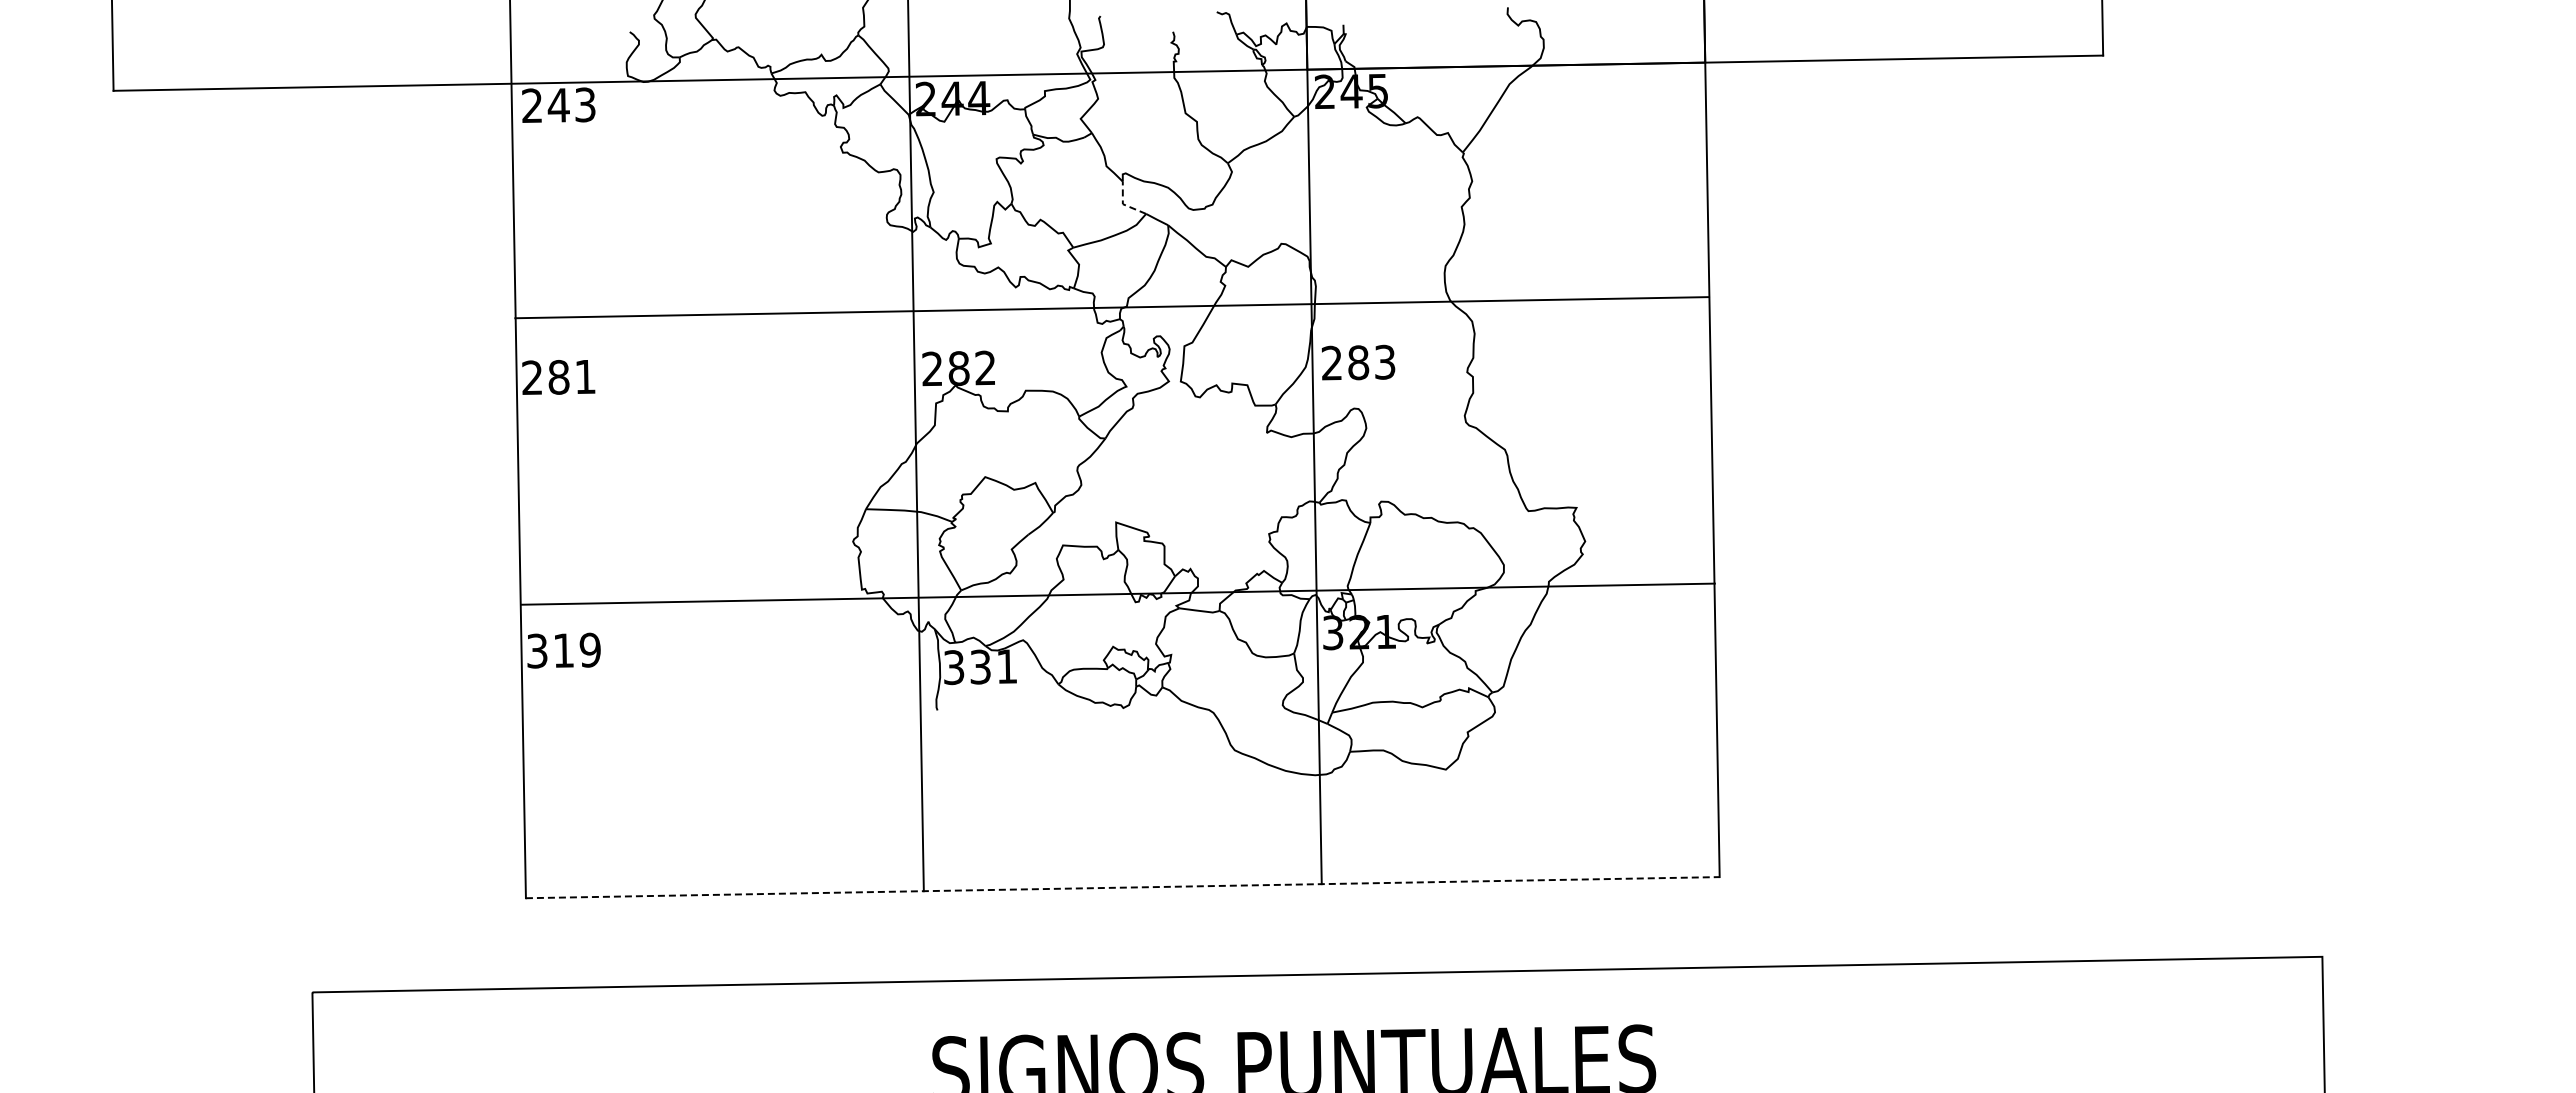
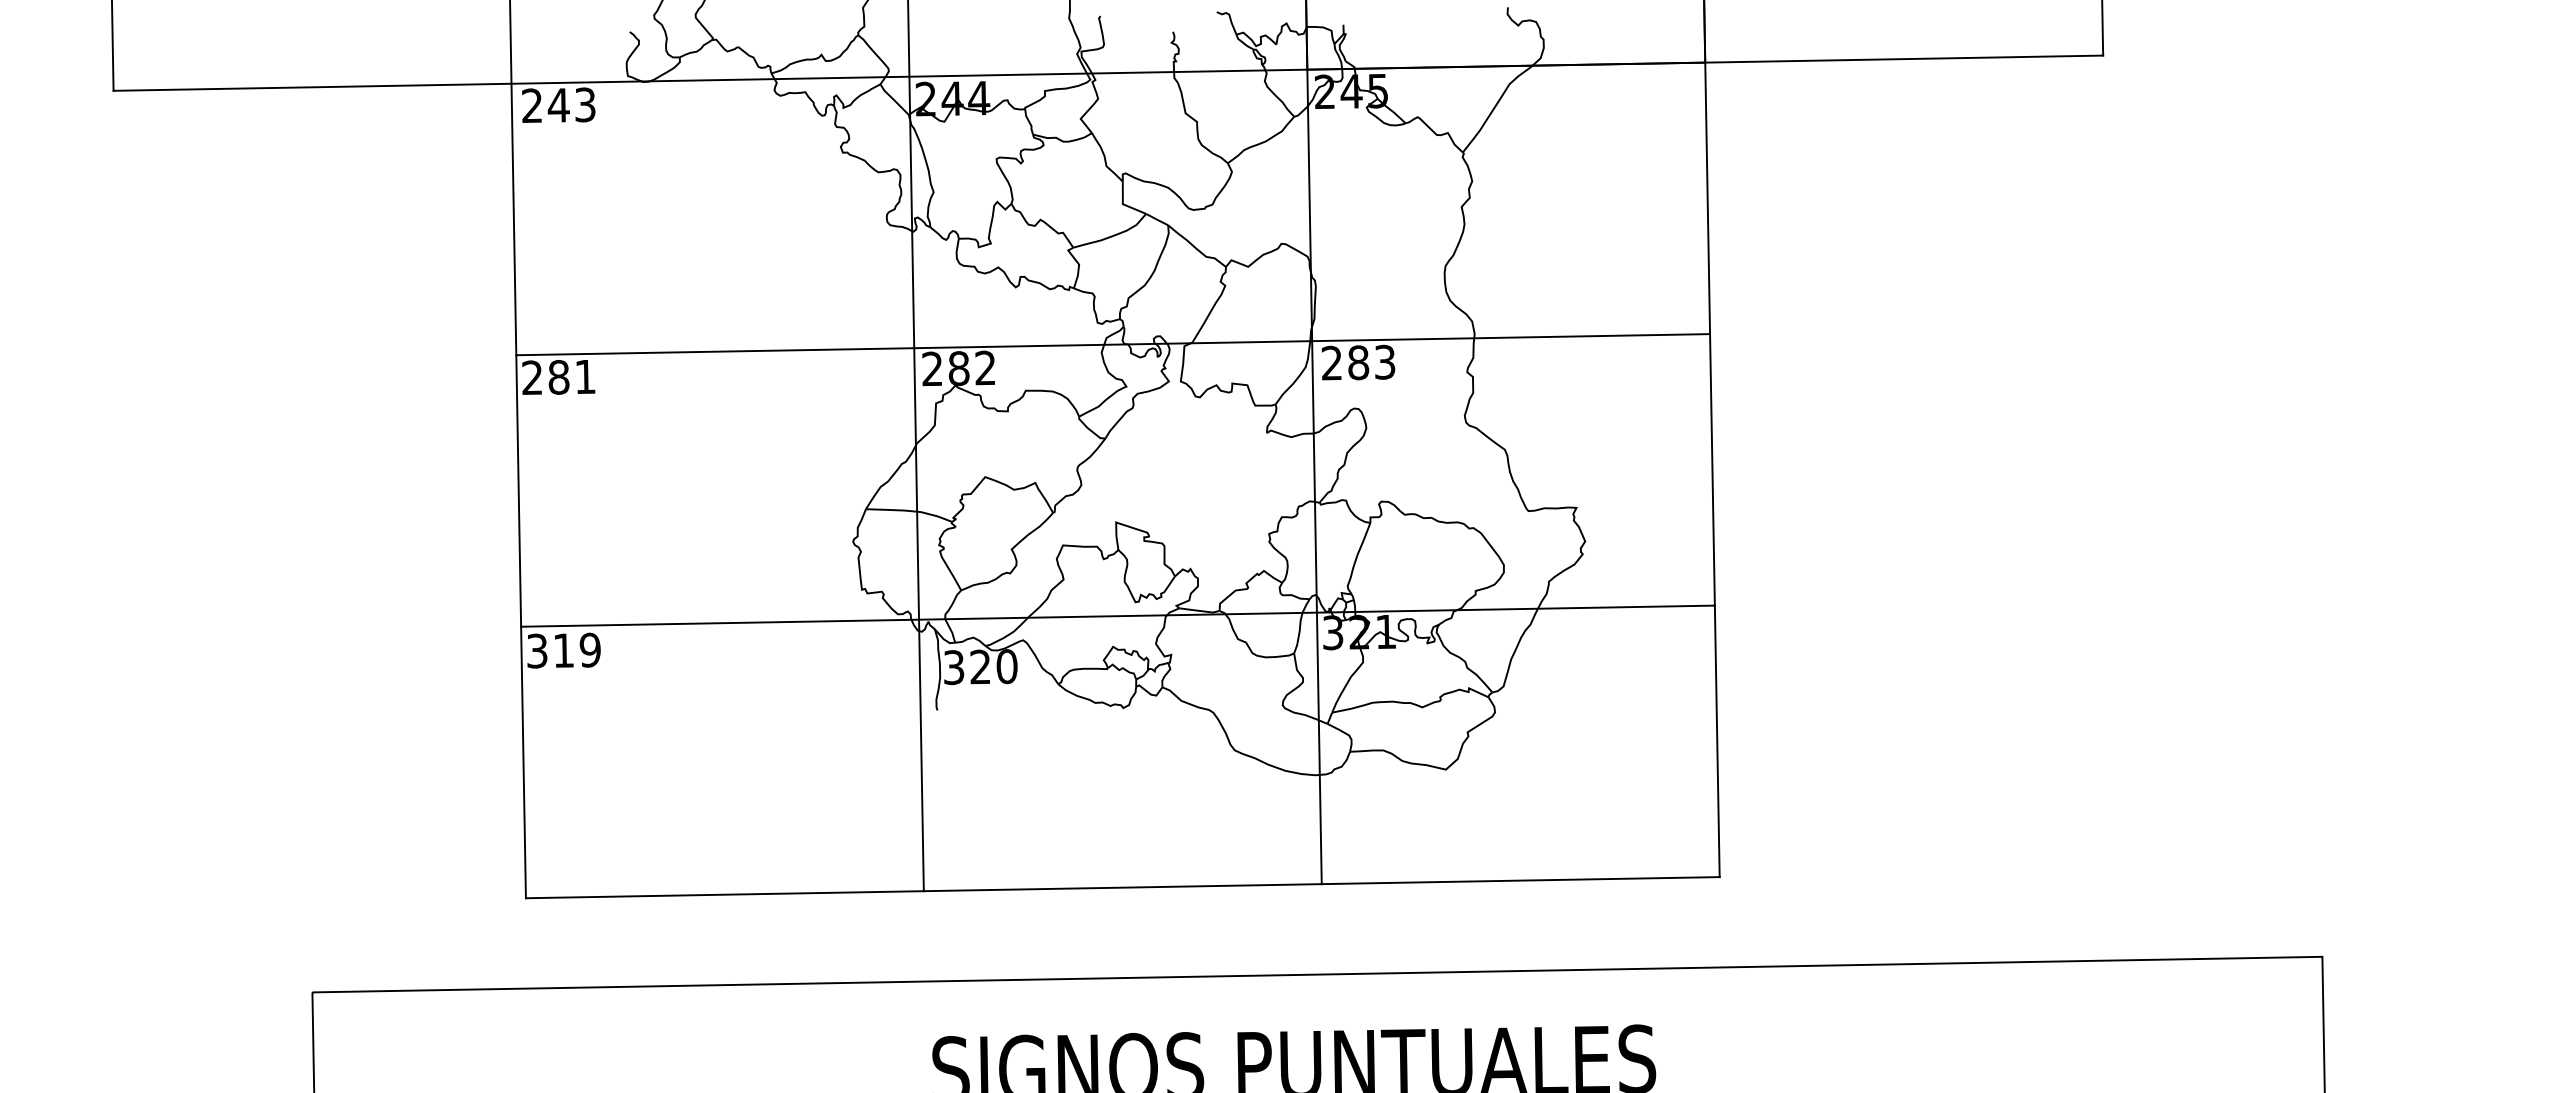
line at (1123, 204): dashed -> solid
line at (1112, 307) position: (1112, 307) -> (1113, 344)
line at (1117, 593) position: (1117, 593) -> (1117, 615)
text at (993, 666): 331 -> 320
line at (1122, 887): dashed -> solid
